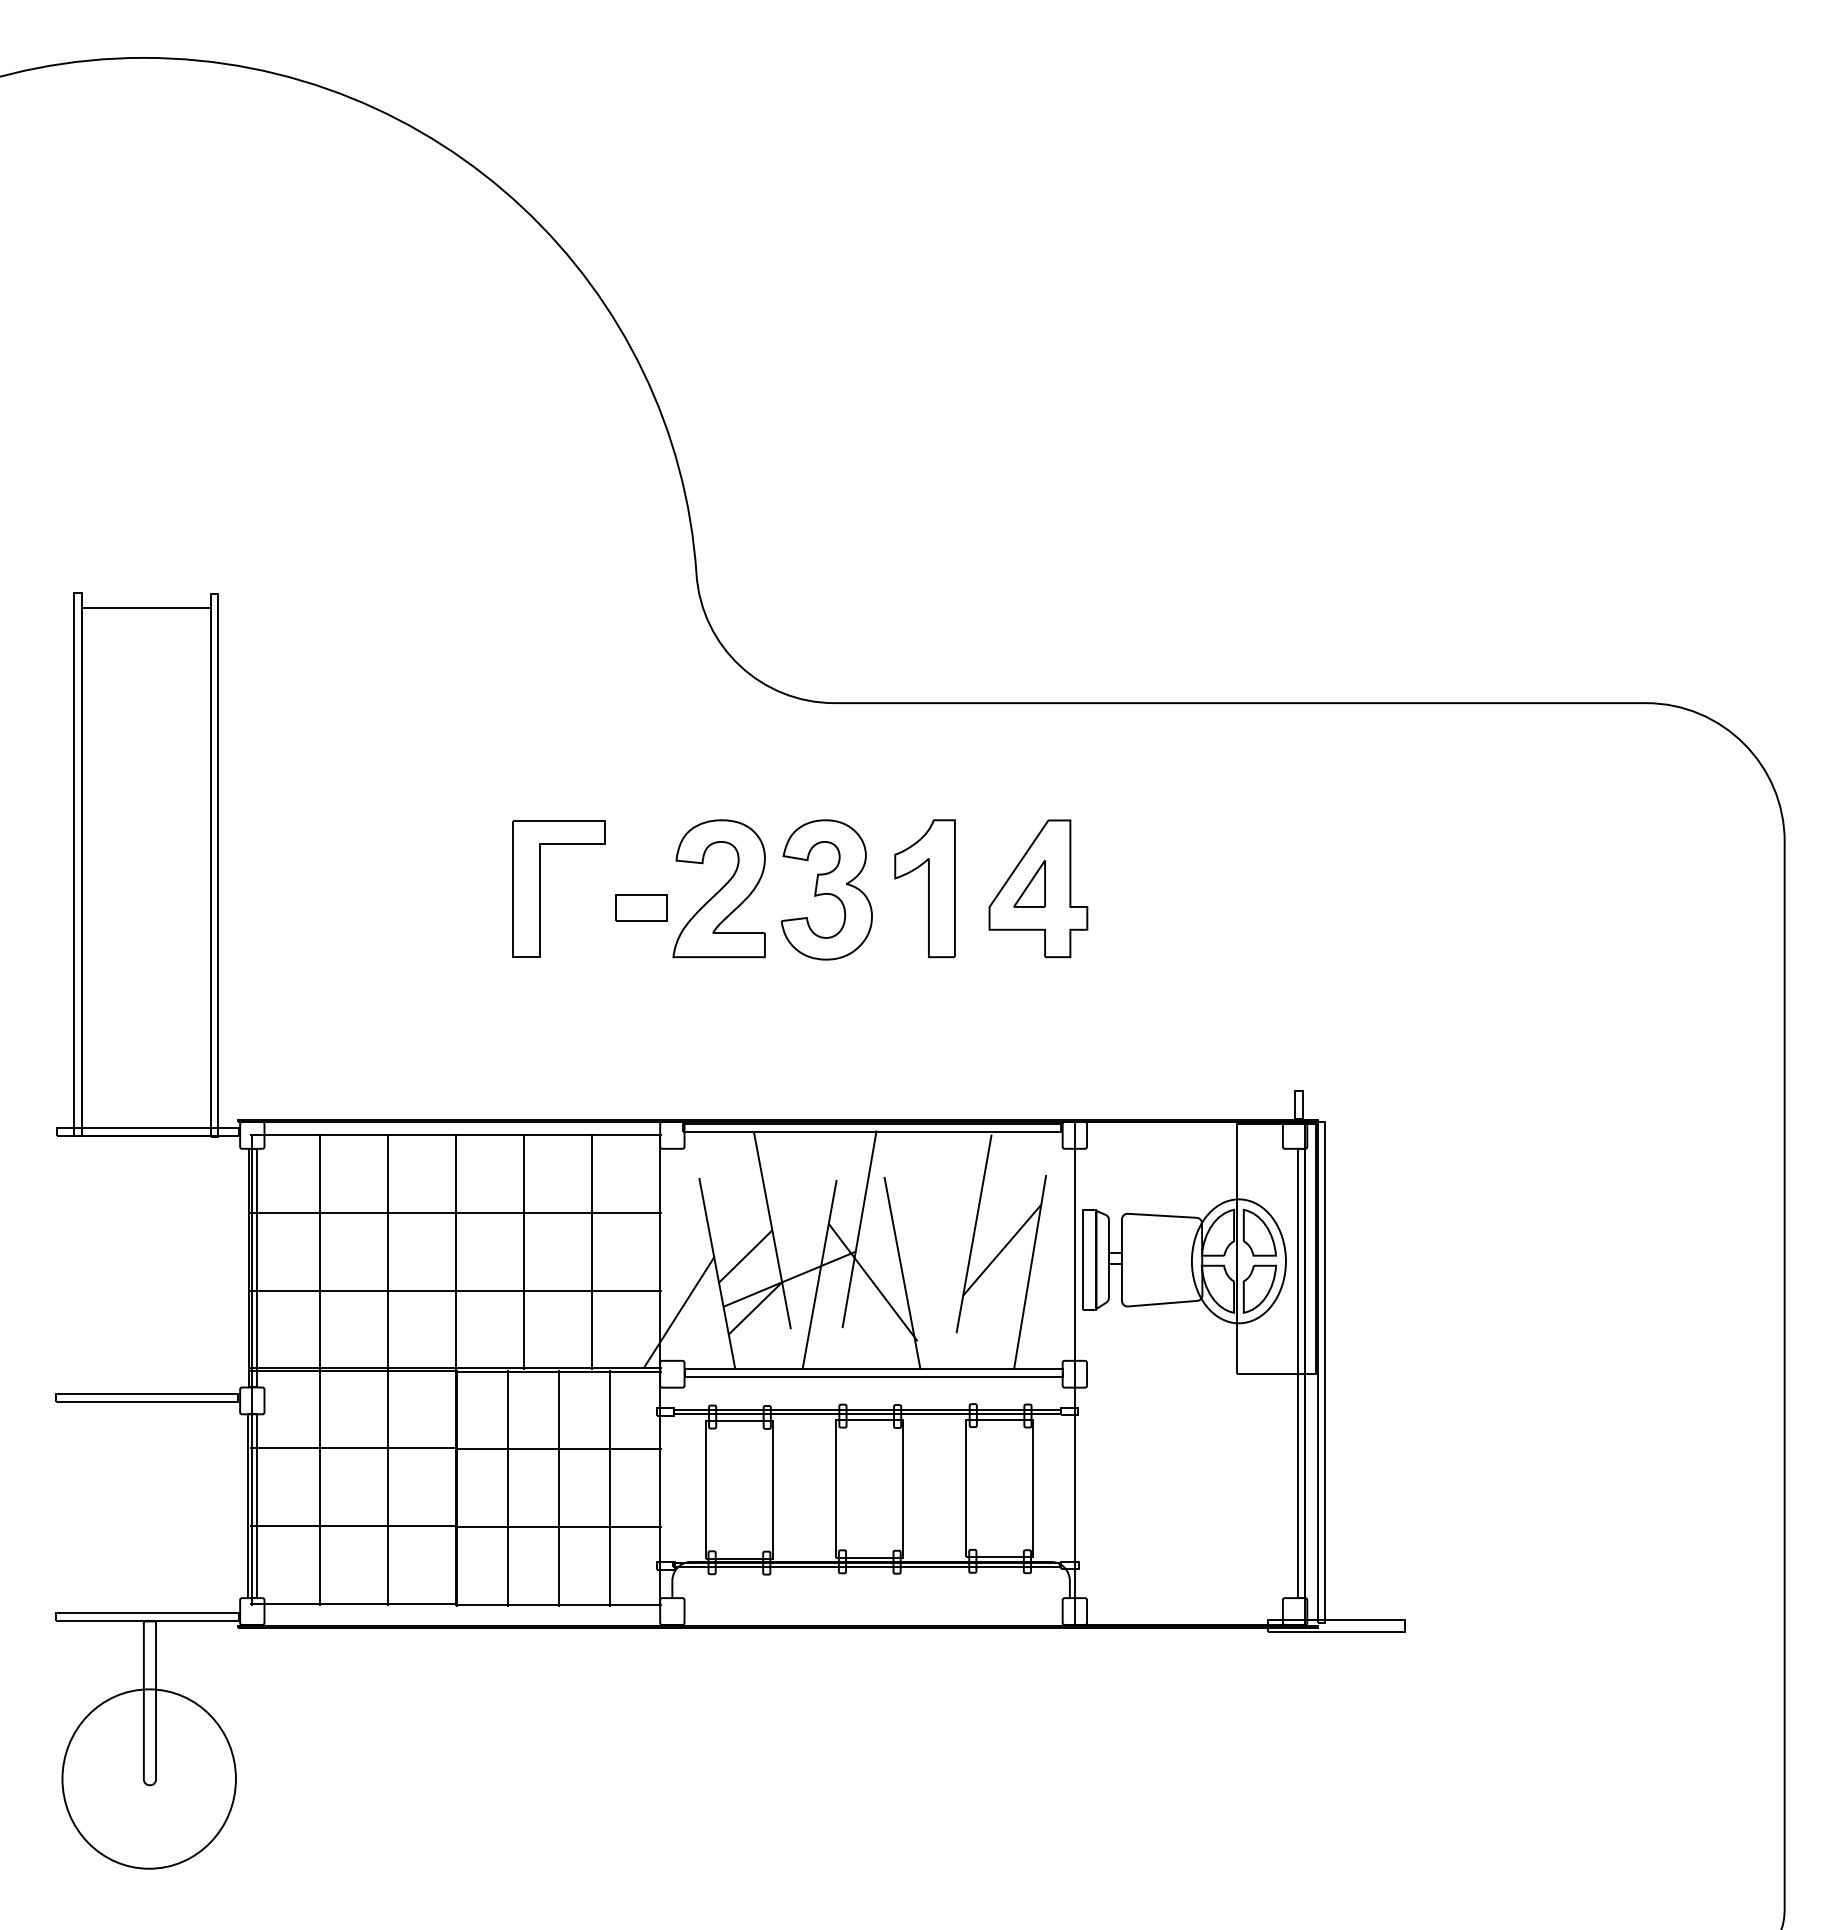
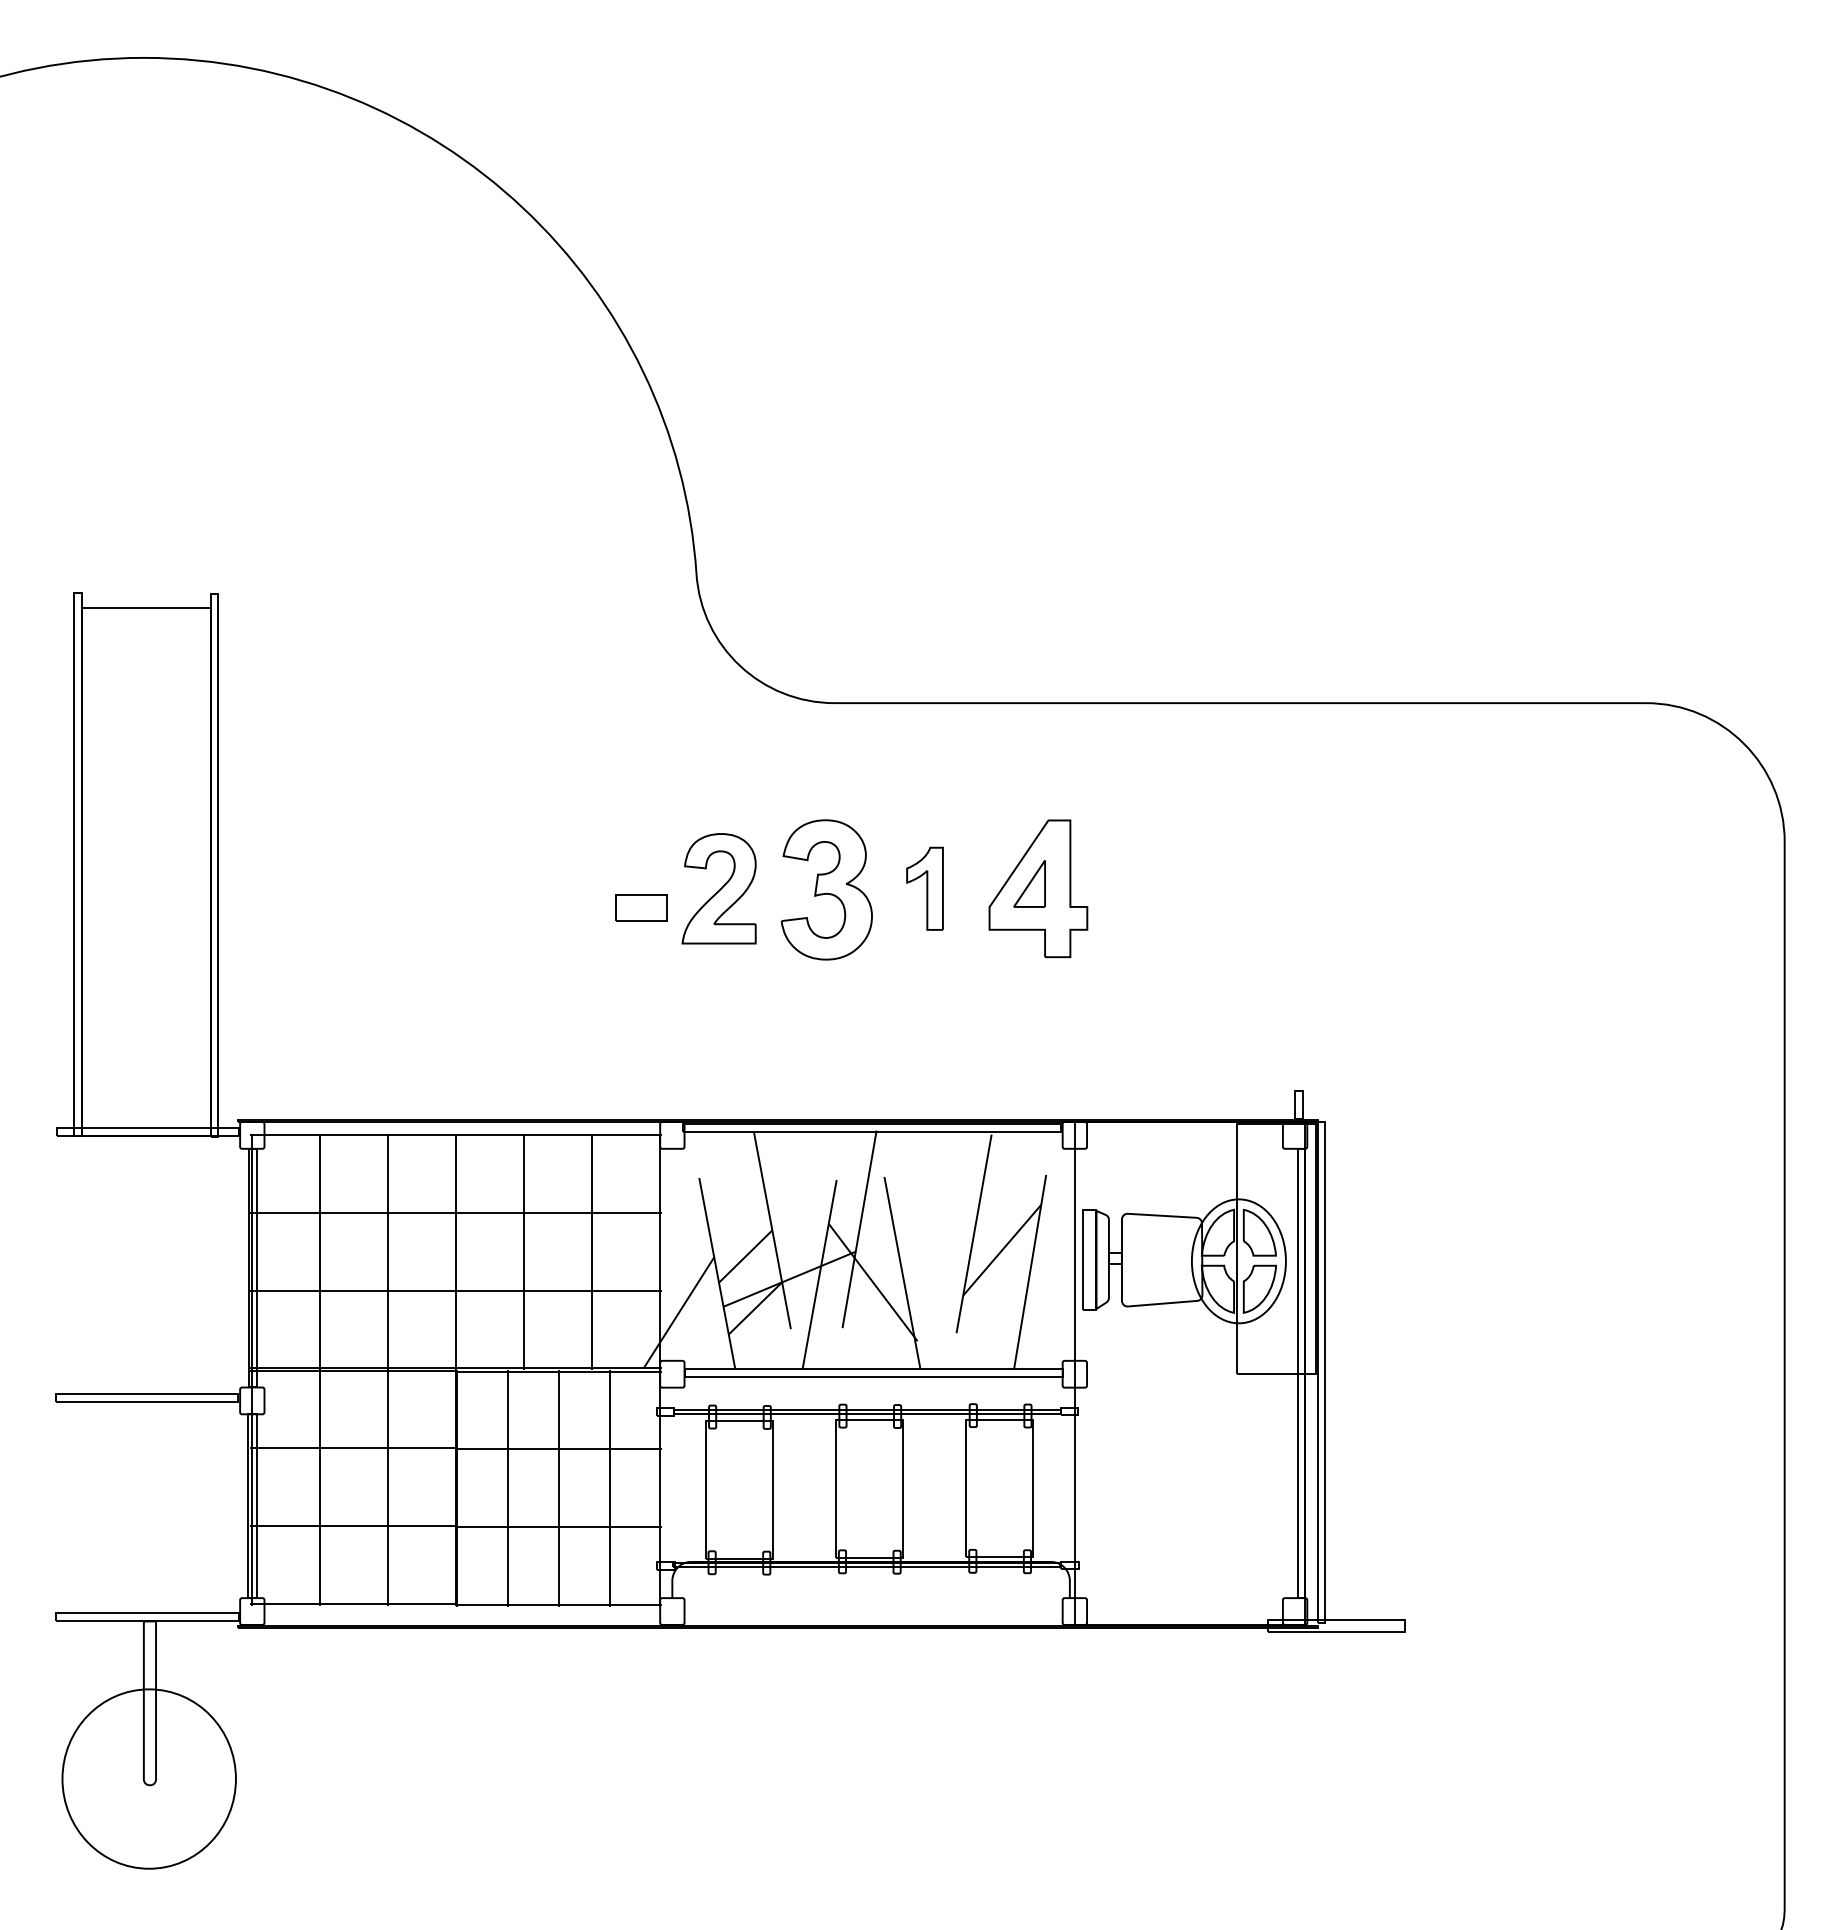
part at (540, 888): present -> none
part at (718, 888) size: 94x140 px -> 76x112 px
part at (924, 888) size: 62x140 px -> 38x85 px
